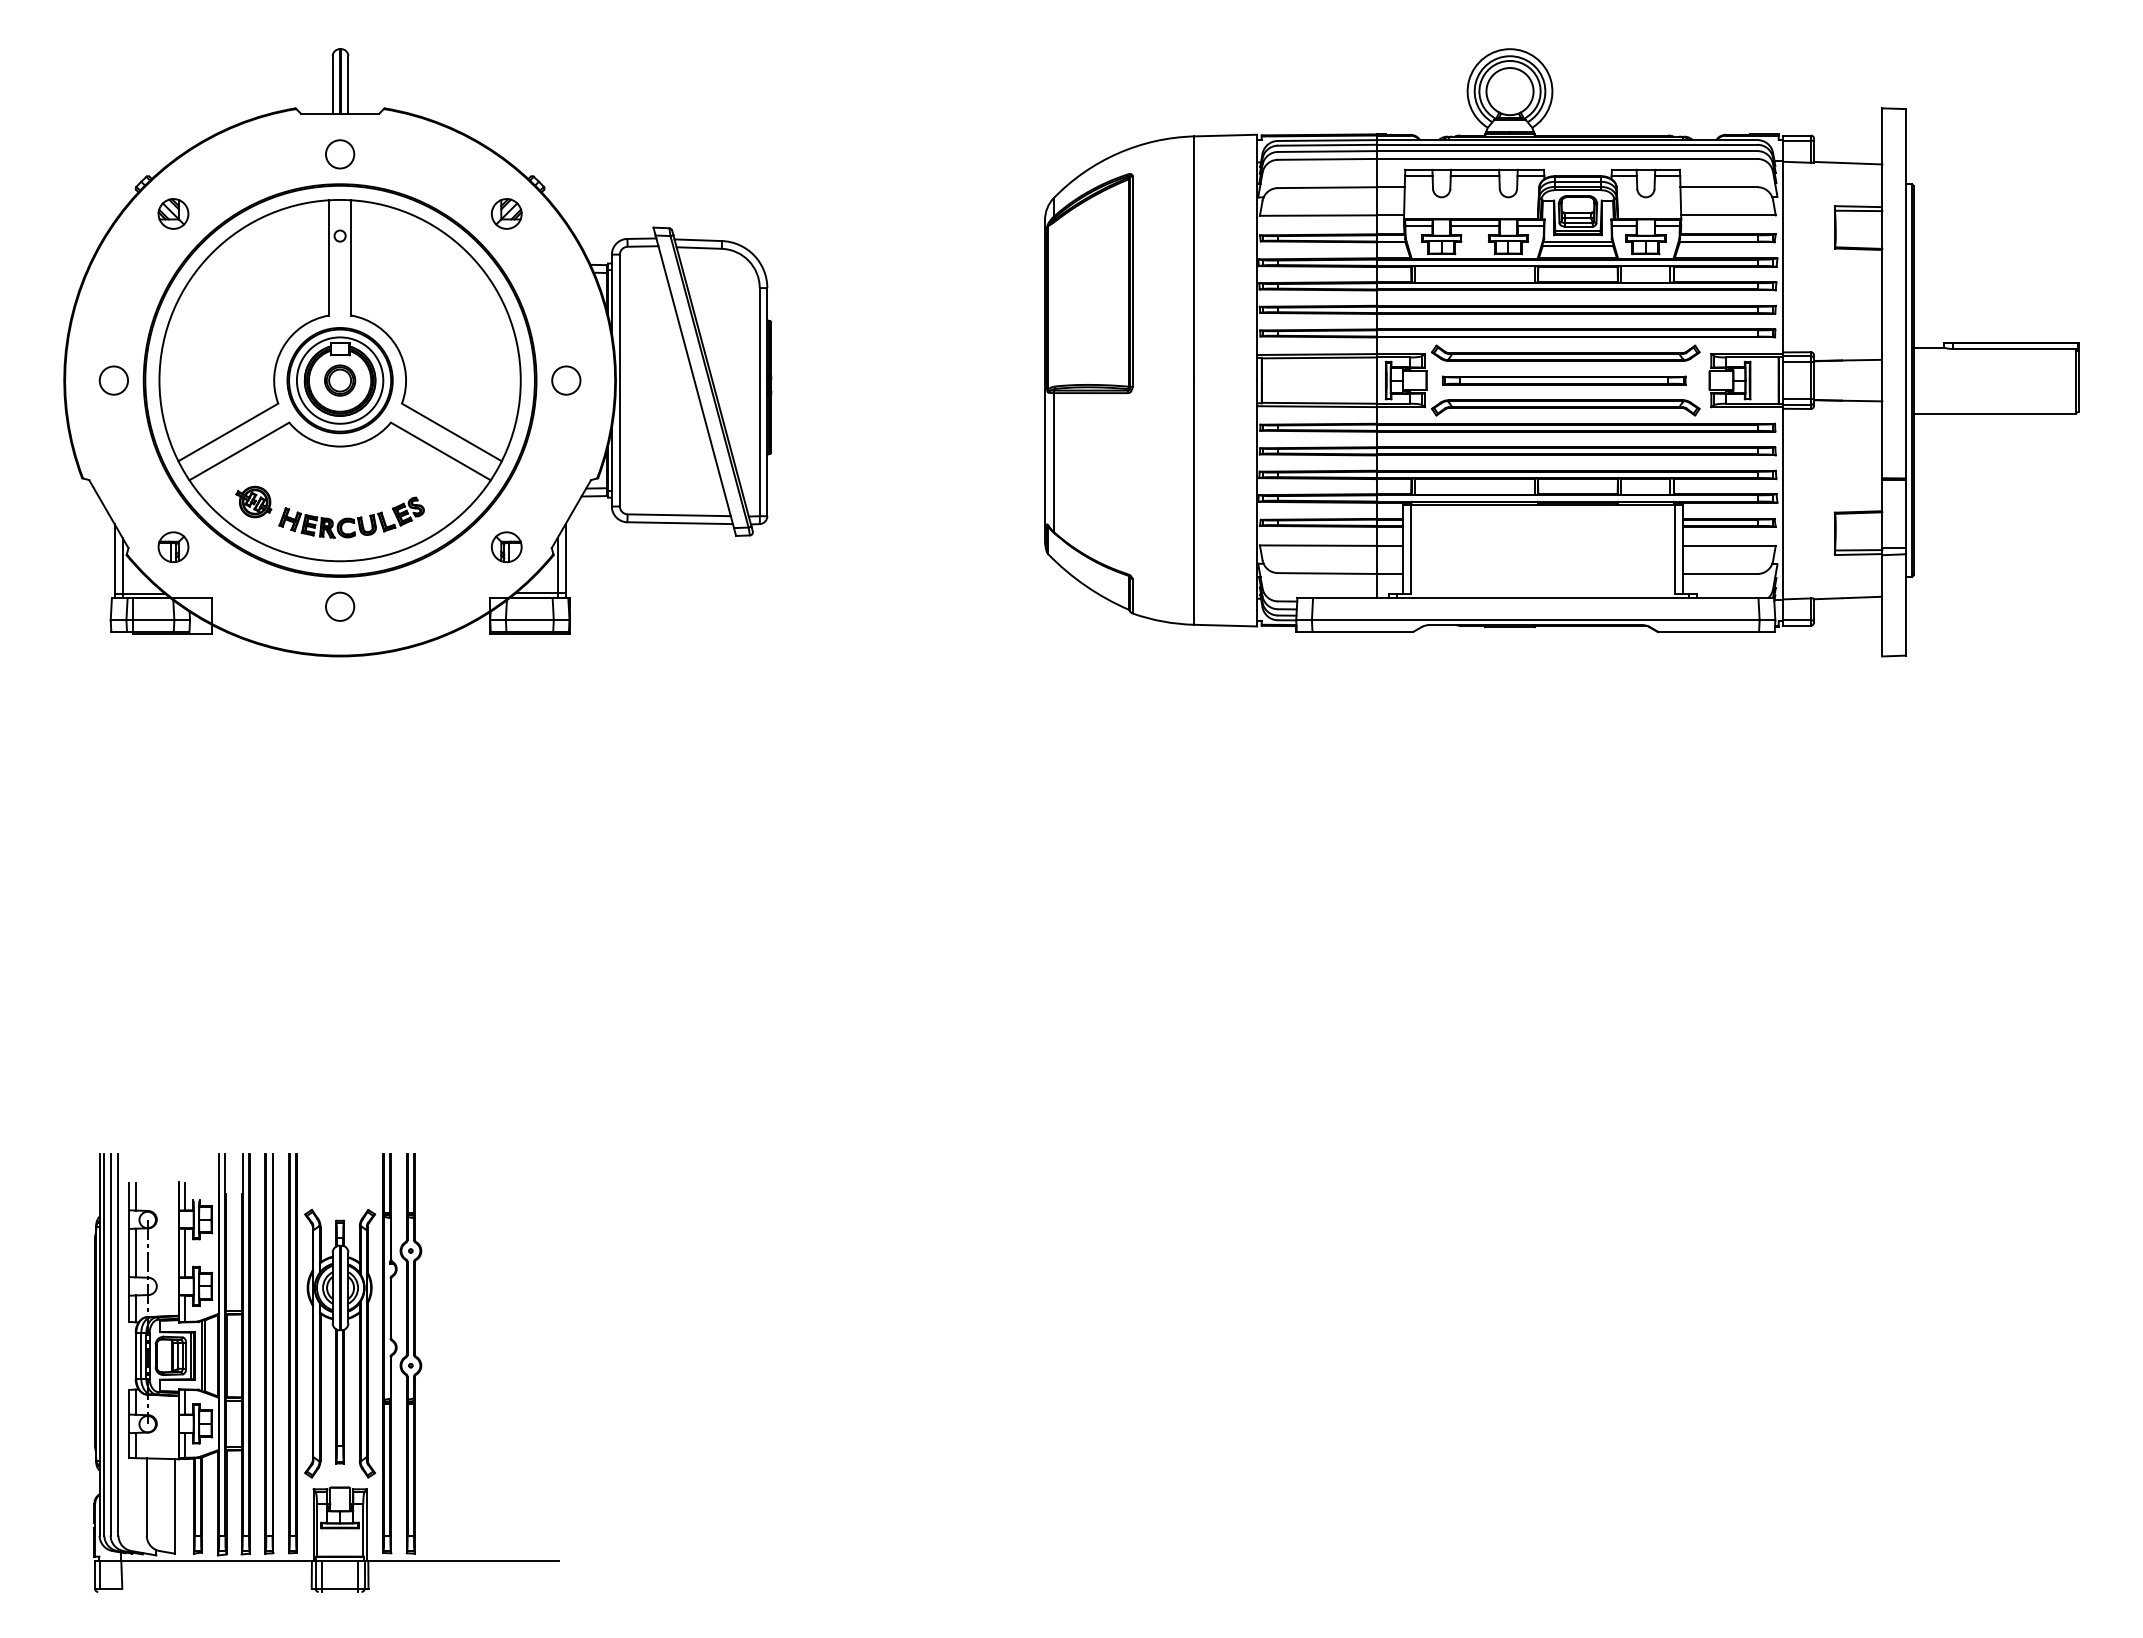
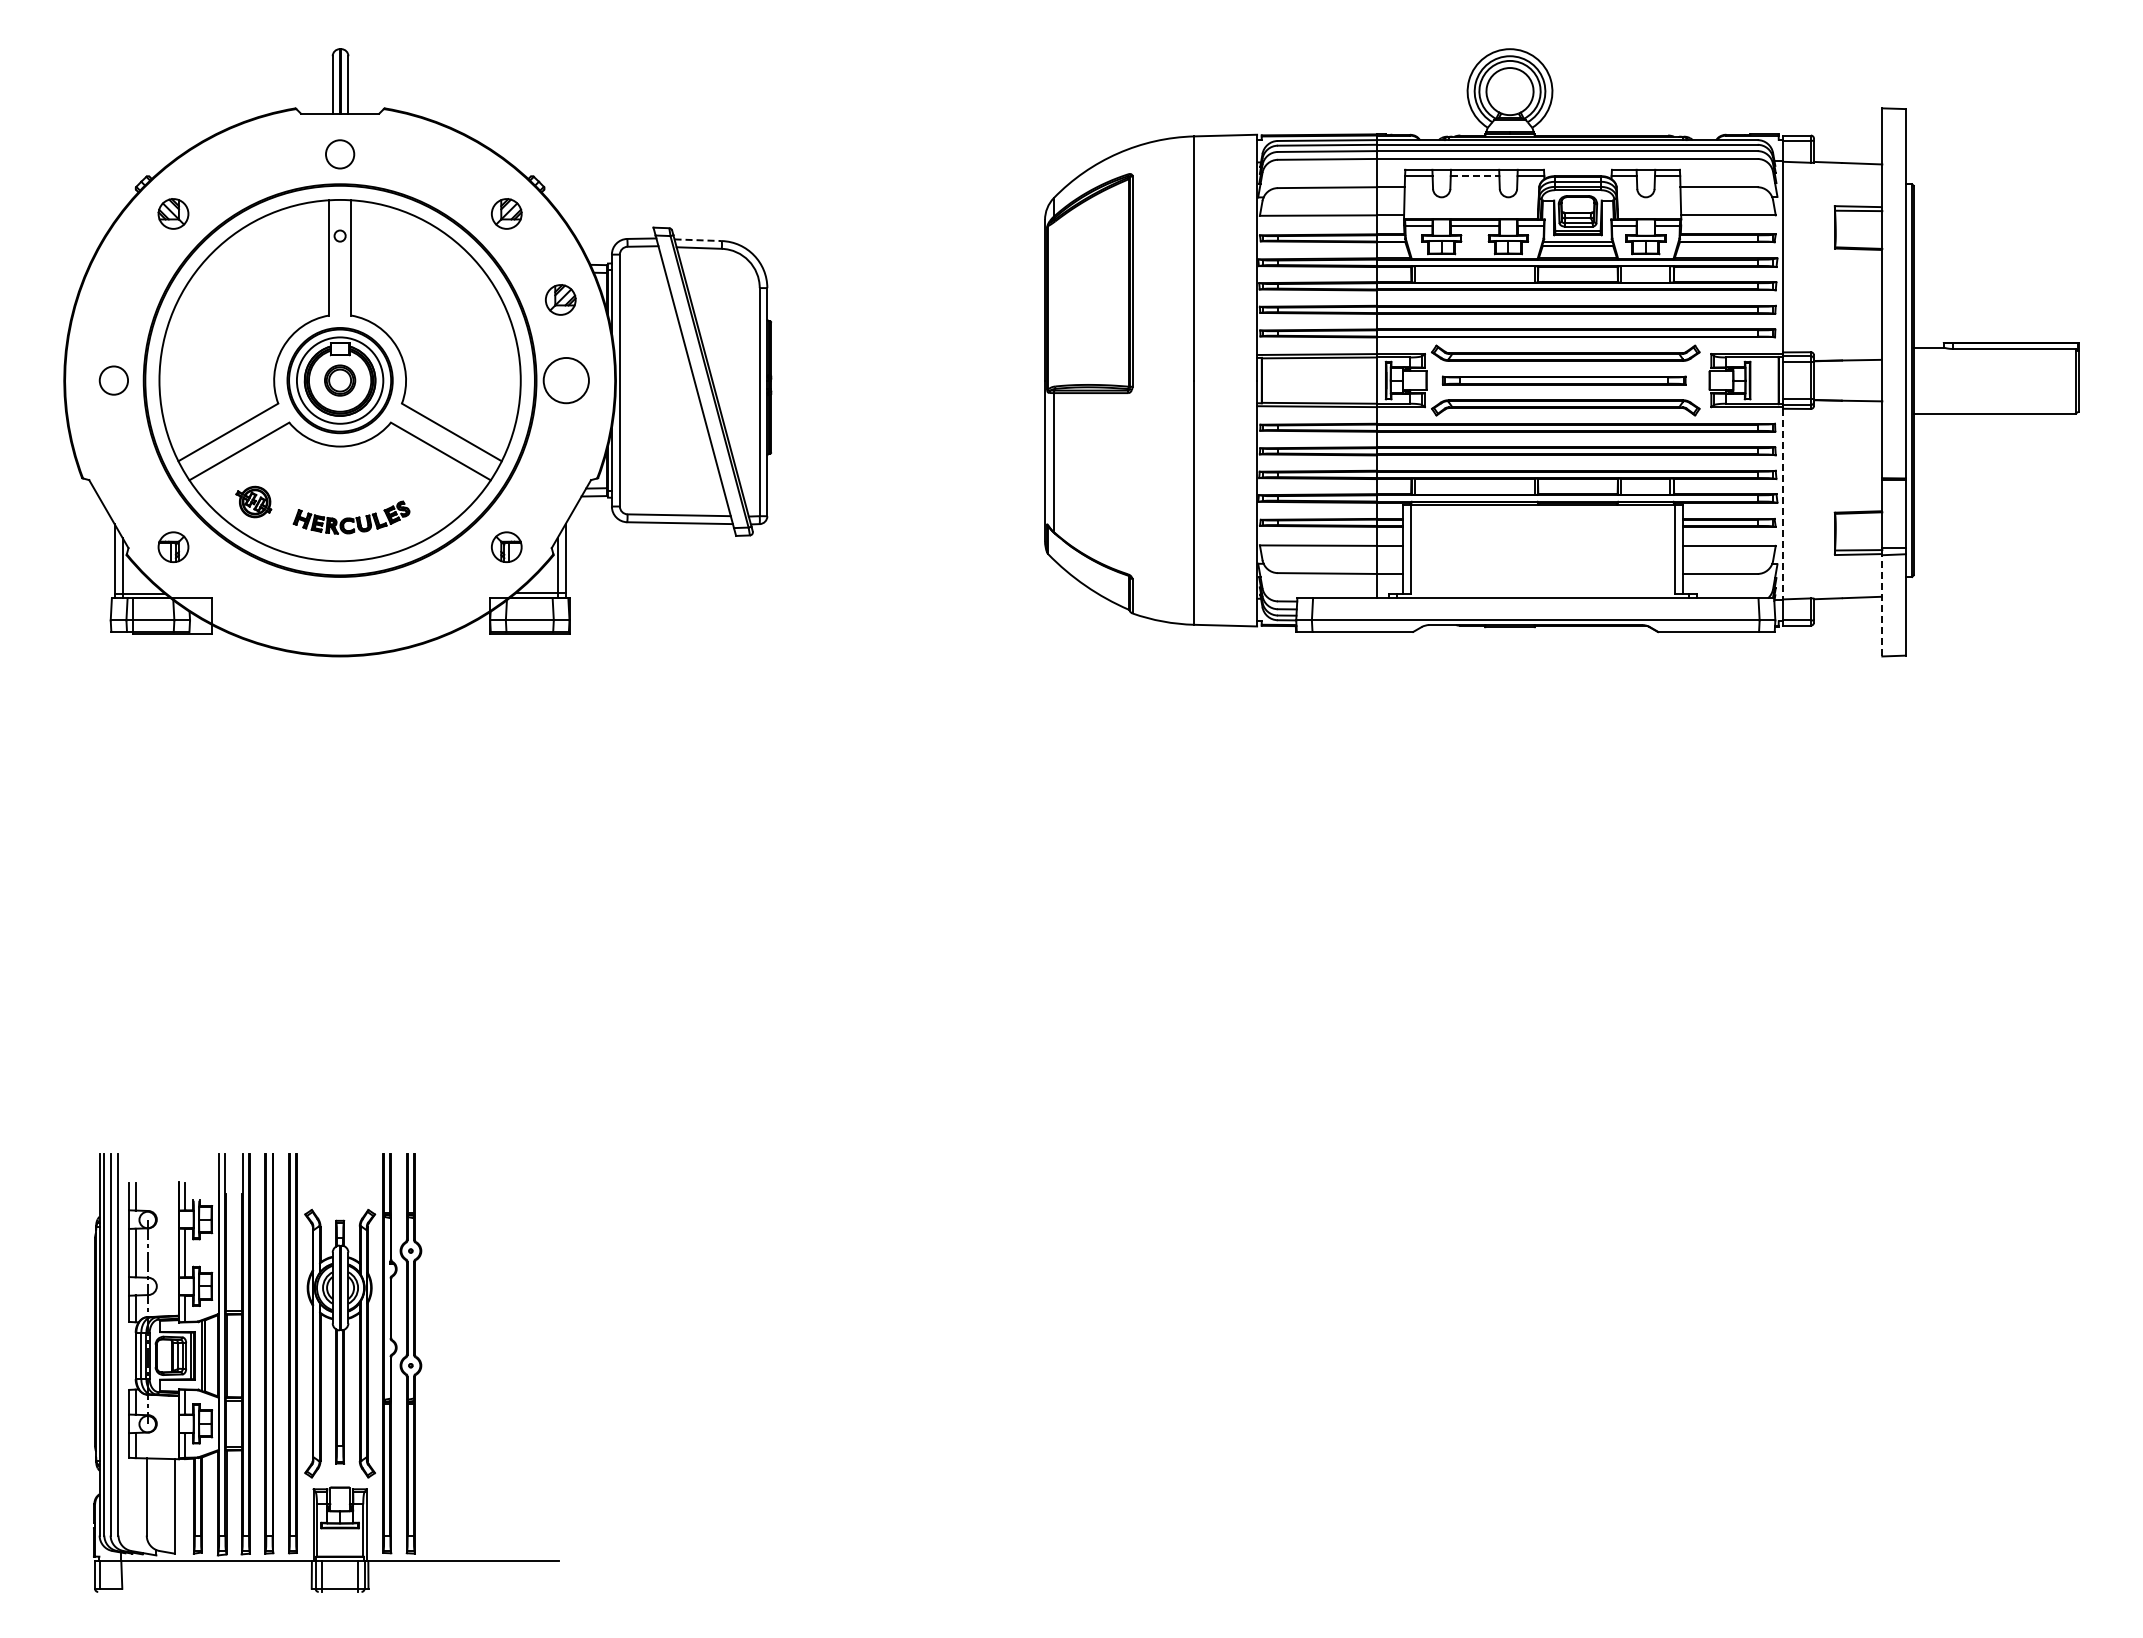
line at (1475, 176): solid -> dashed
line at (698, 240): solid -> dashed
part at (560, 299): none -> present
circle at (566, 380) diameter: 28 px -> 45 px
line at (1783, 504): solid -> dashed
part at (351, 517) size: 147x43 px -> 119x35 px
line at (1882, 605): solid -> dashed
circle at (340, 606): present -> none
